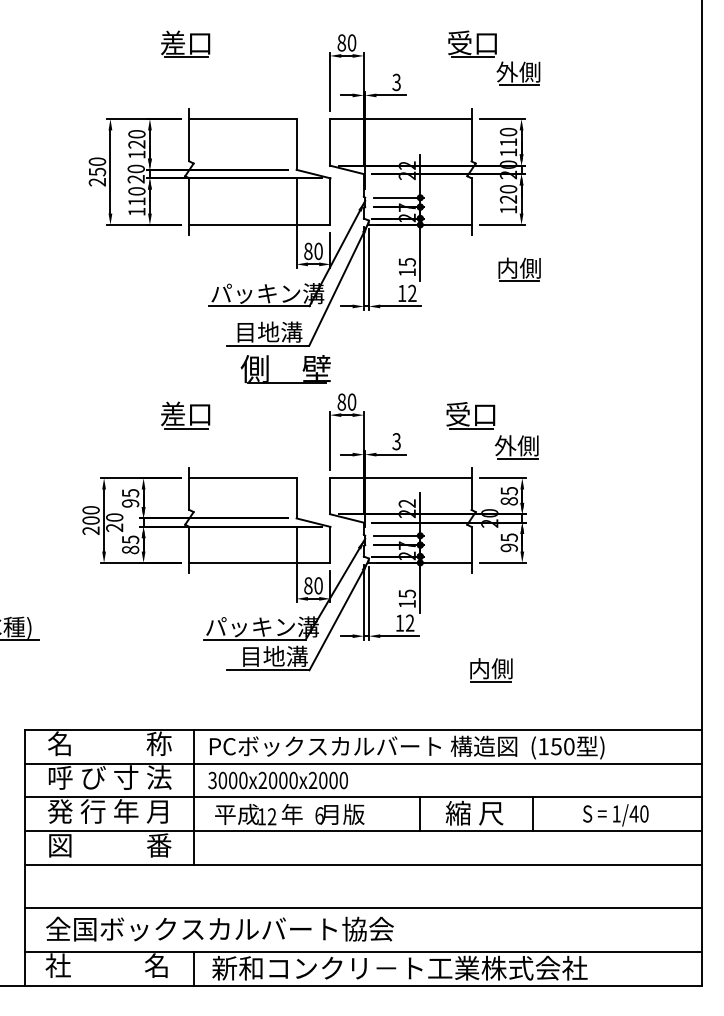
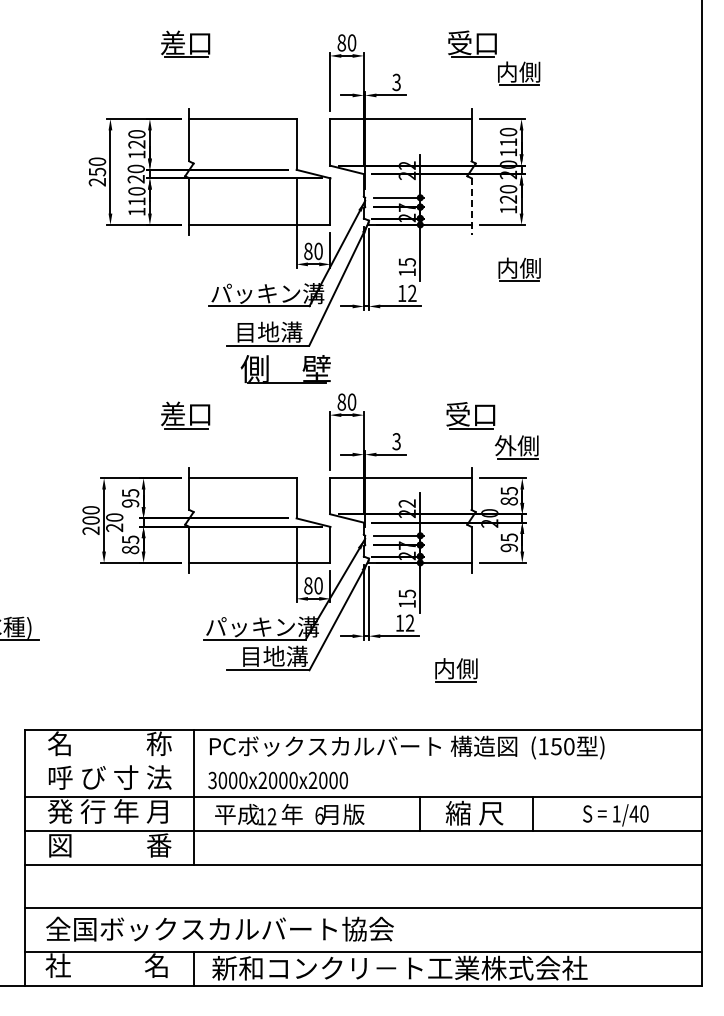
text at (507, 71): 外側 -> 内側
line at (471, 206): solid -> dashed
part at (491, 670) position: (491, 670) -> (456, 670)
line at (363, 763): present -> none
